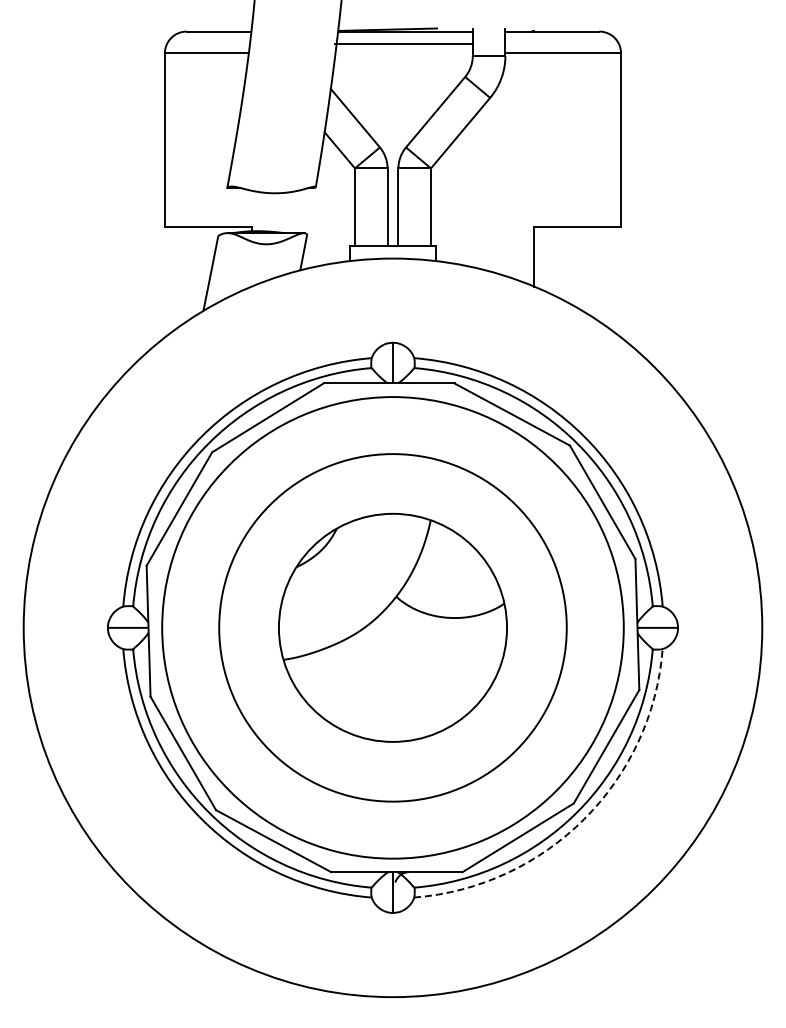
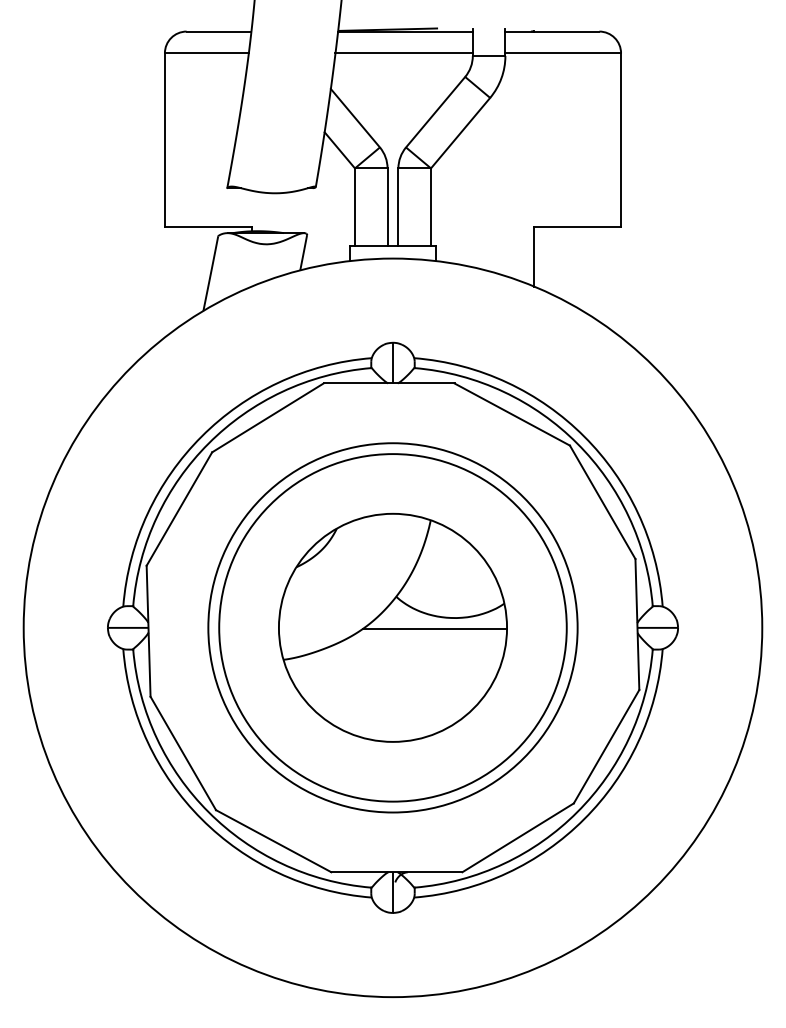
line at (403, 44) position: (403, 44) -> (403, 53)
circle at (392, 627) diameter: 462 px -> 369 px
line at (434, 628): none -> present
arc at (584, 819): dashed -> solid
